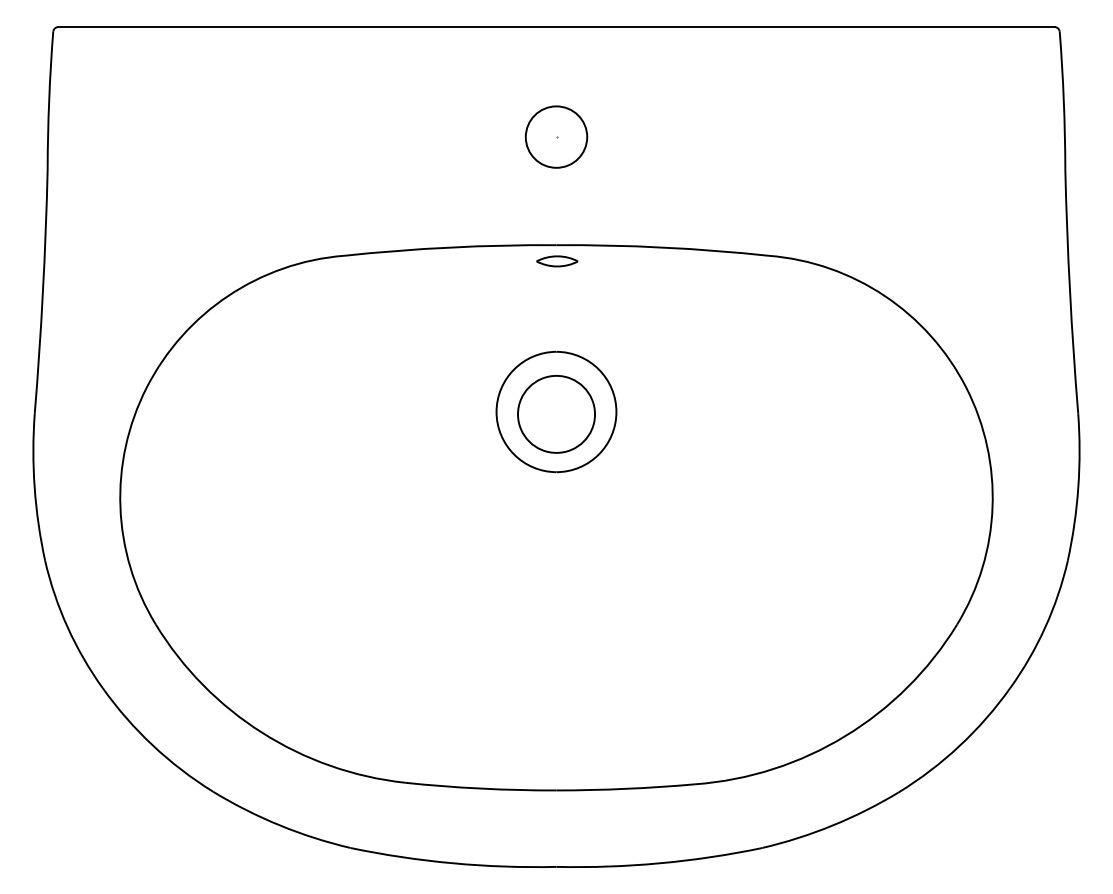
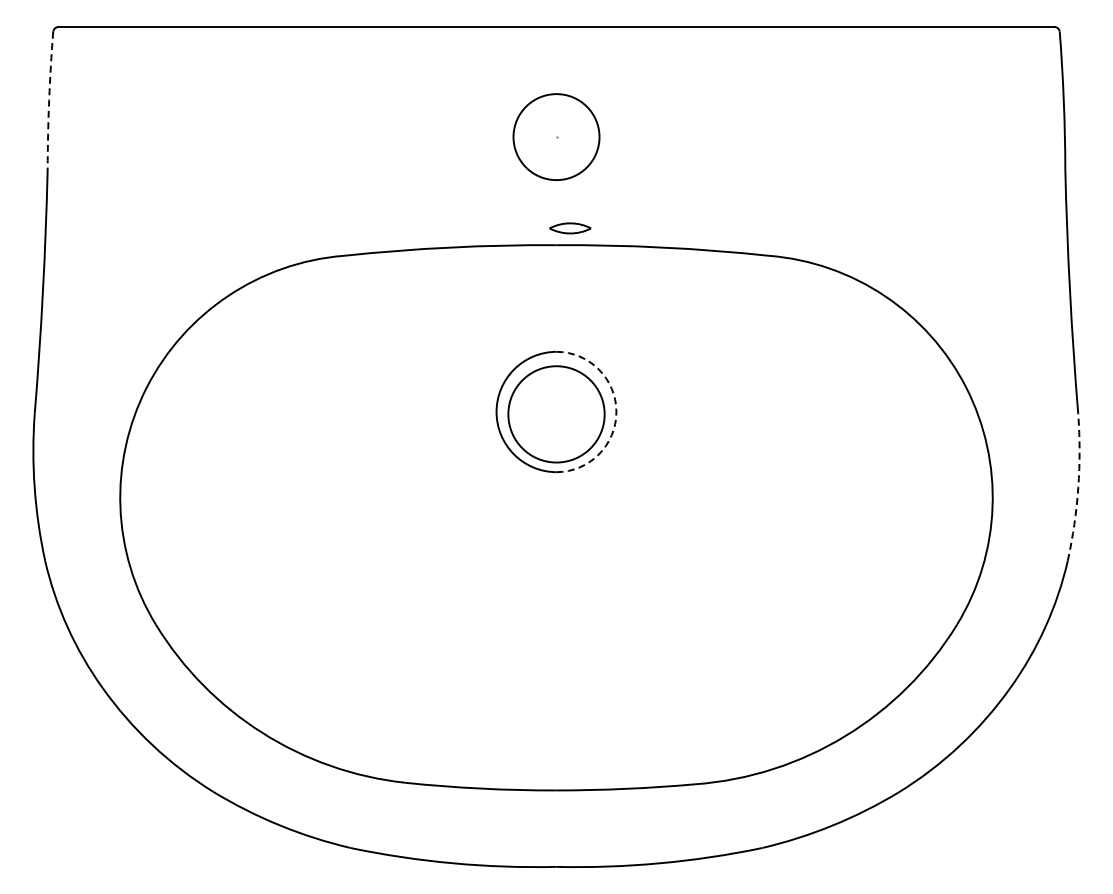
arc at (49, 100): solid -> dashed
circle at (556, 136) diameter: 61 px -> 86 px
part at (557, 261) position: (557, 261) -> (570, 228)
arc at (616, 412): solid -> dashed
circle at (556, 413) diameter: 77 px -> 96 px
arc at (1078, 487): solid -> dashed
